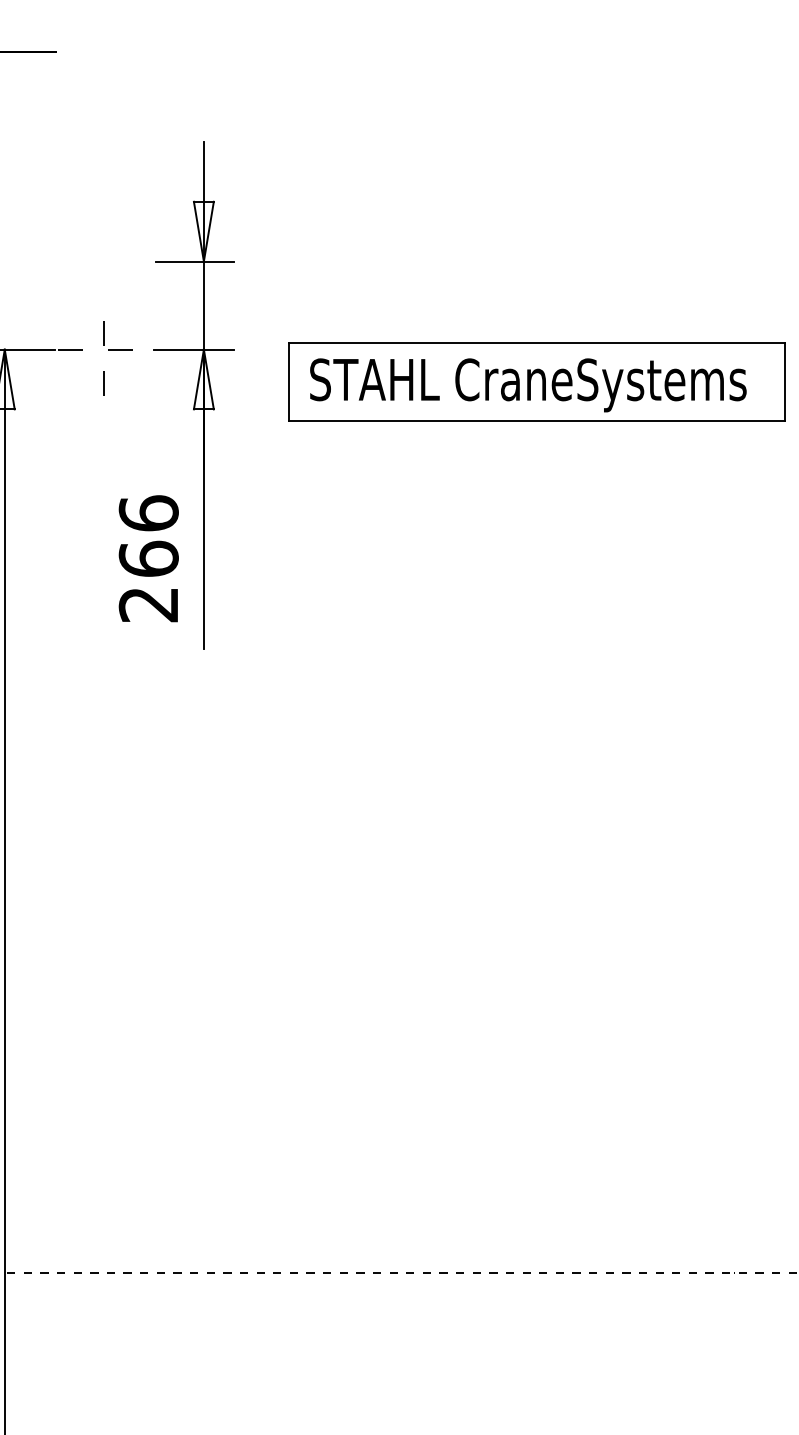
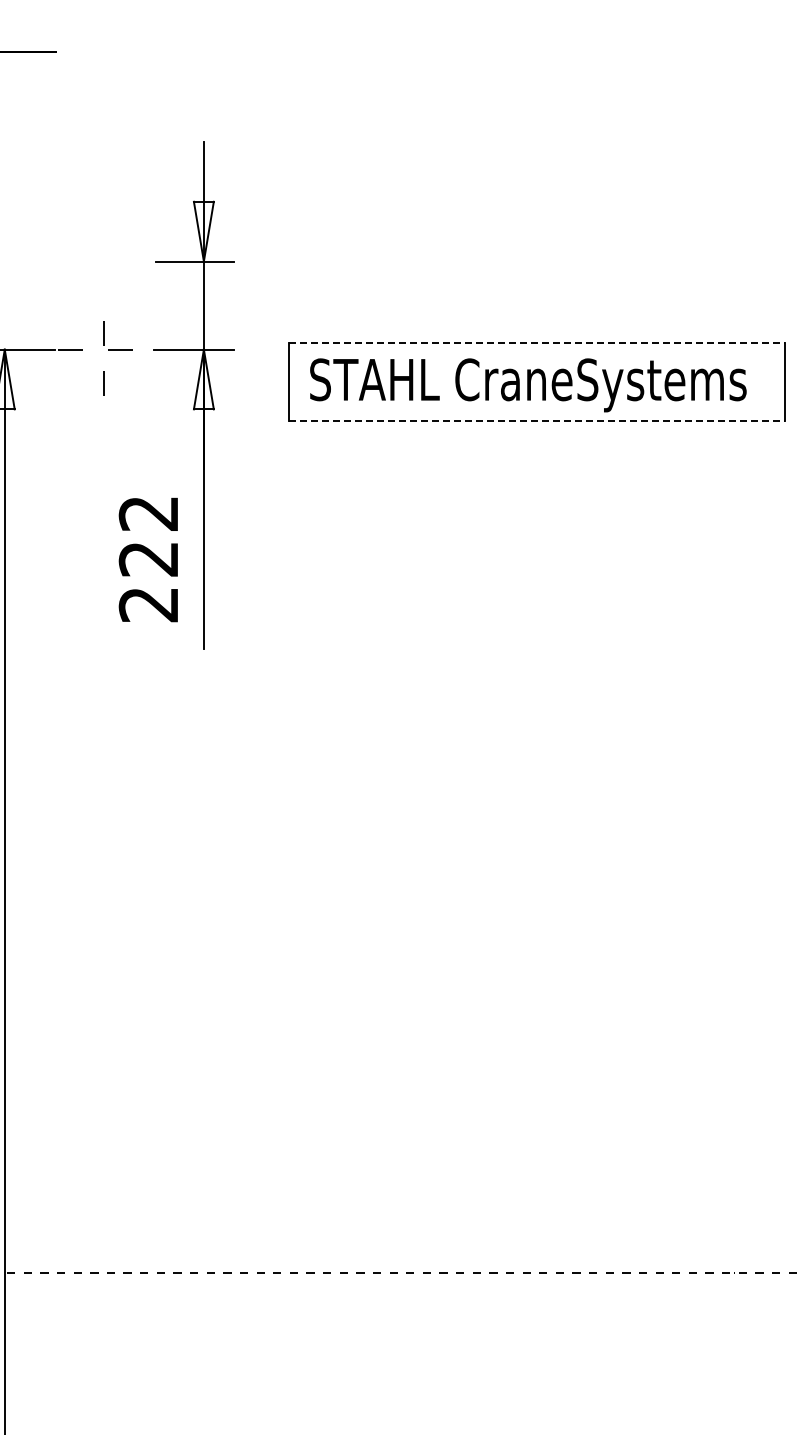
line at (537, 342): solid -> dashed
line at (537, 420): solid -> dashed
text at (148, 535): 266 -> 222
